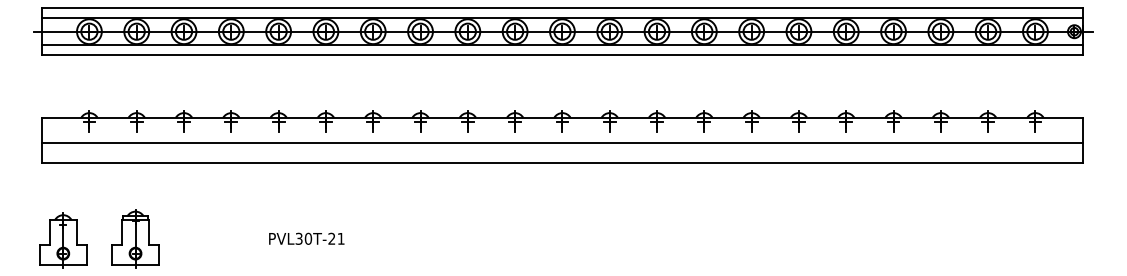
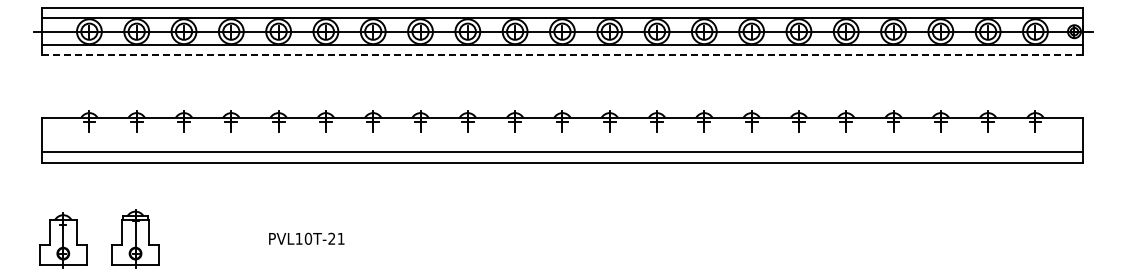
line at (561, 55): solid -> dashed
line at (562, 142) position: (562, 142) -> (562, 151)
text at (298, 238): PVL30T-21 -> PVL10T-21
